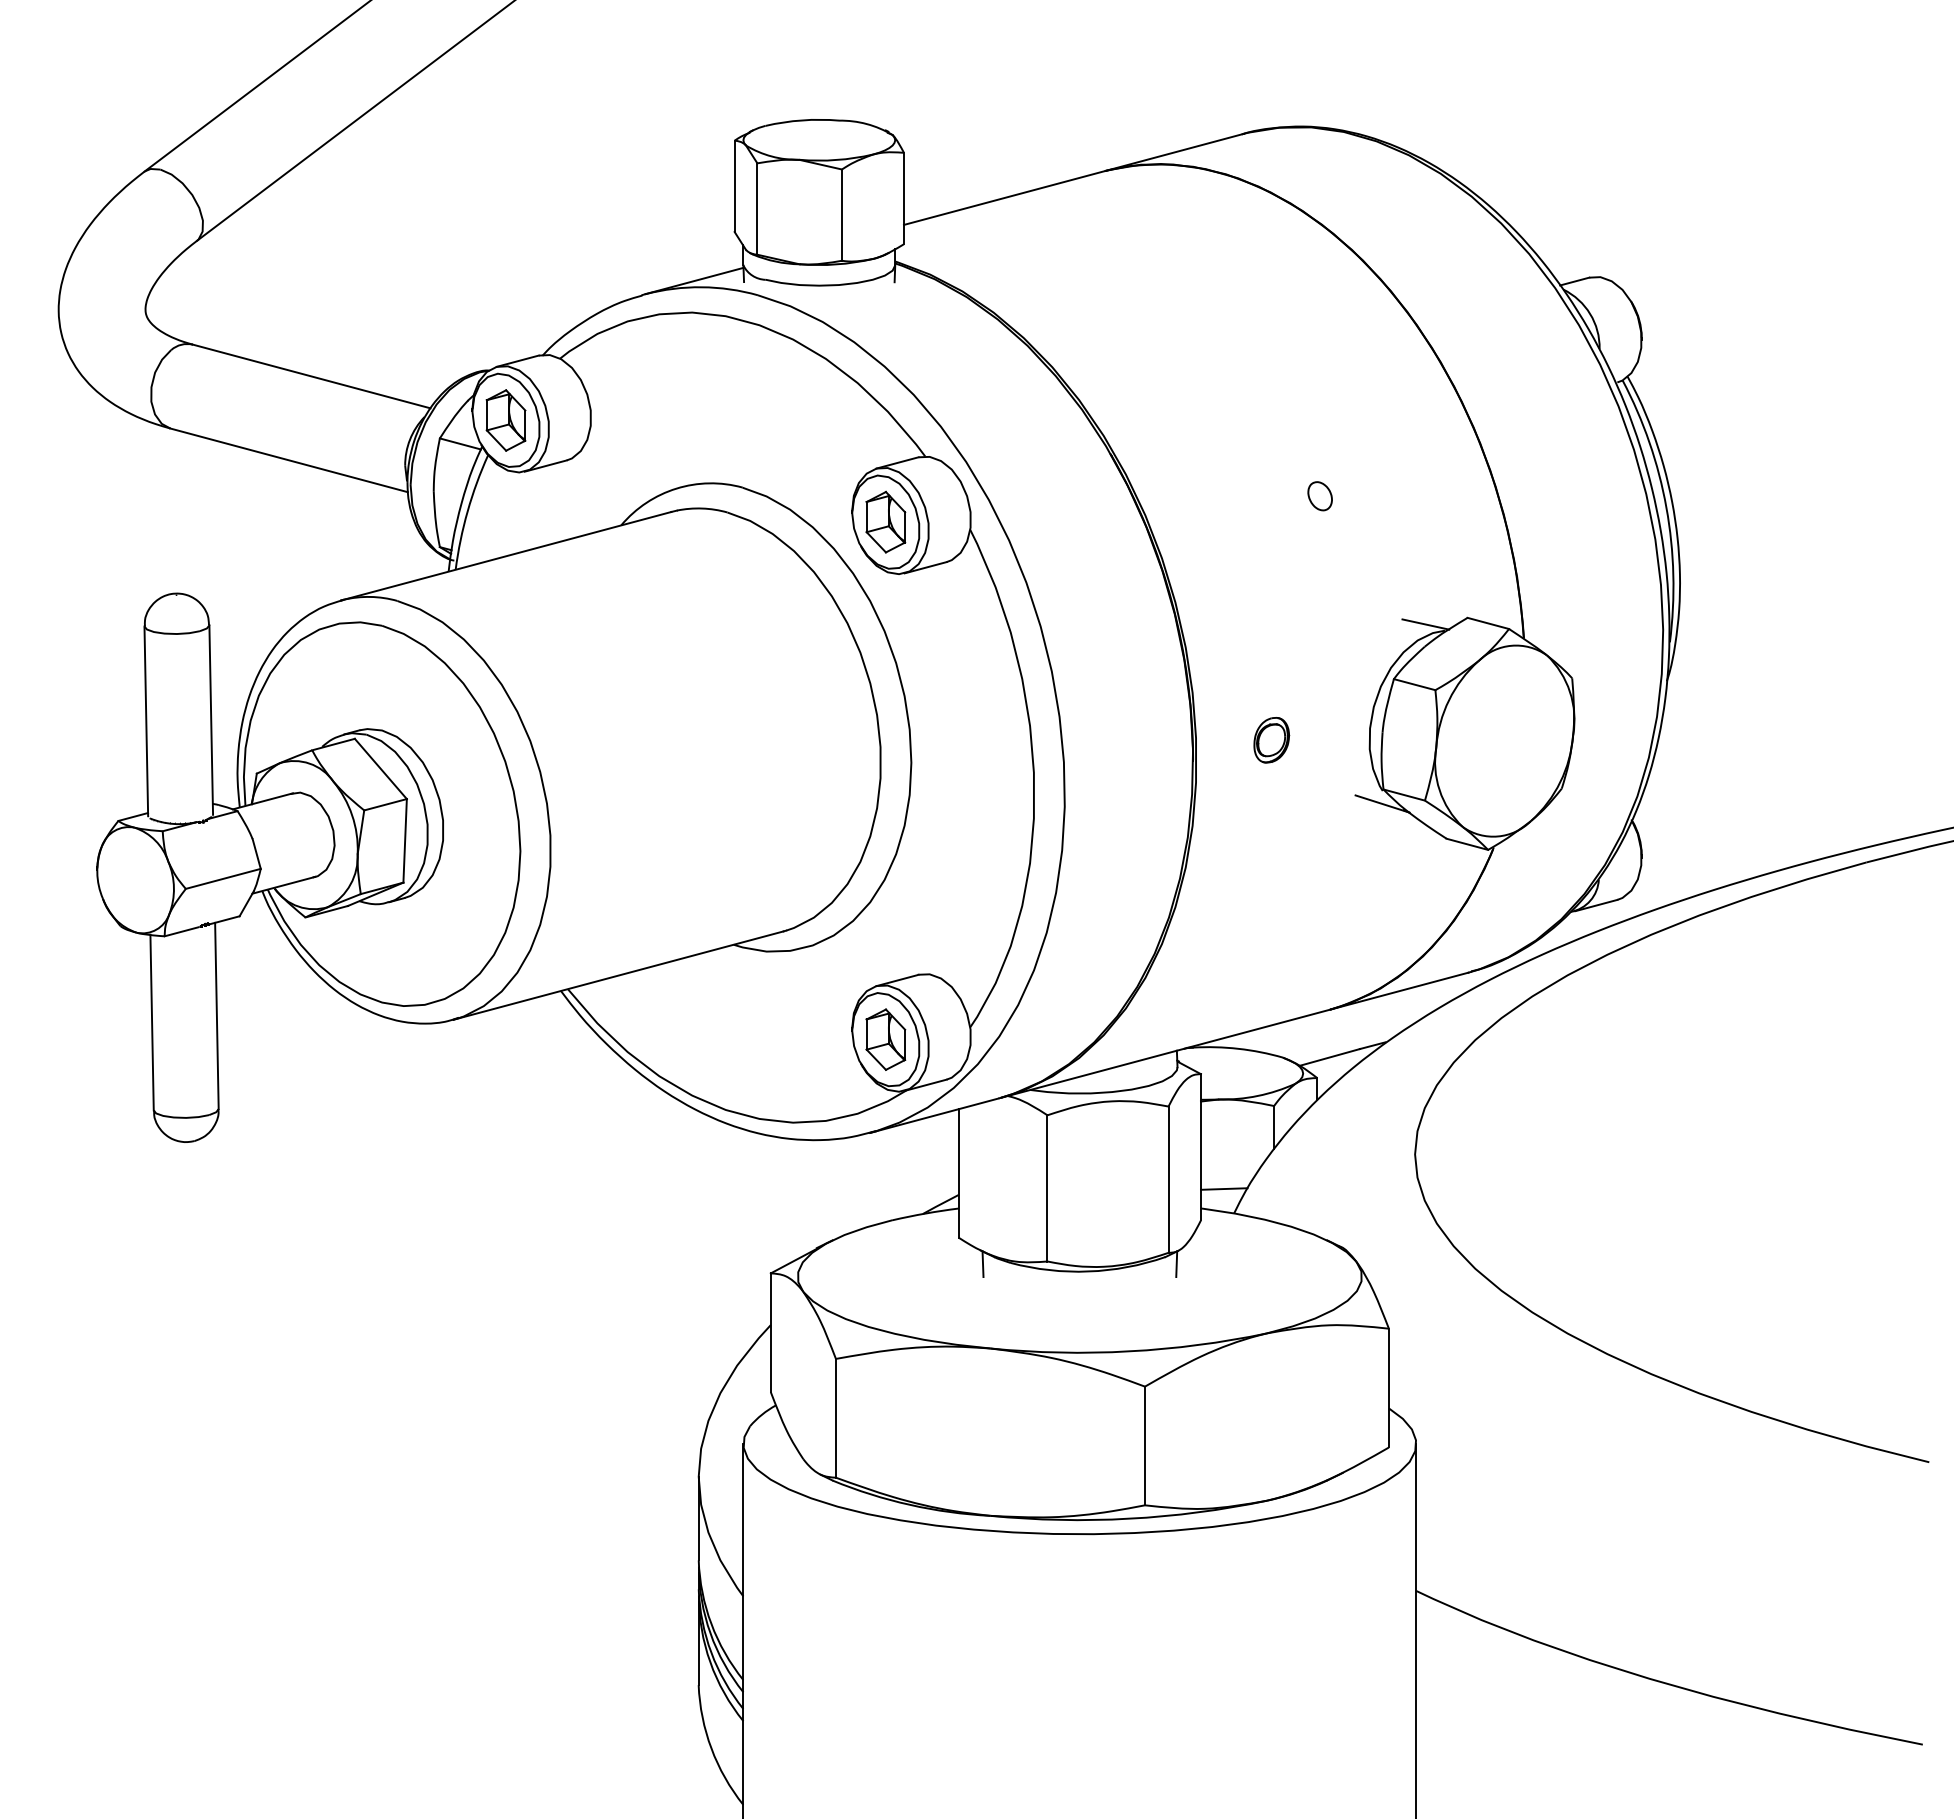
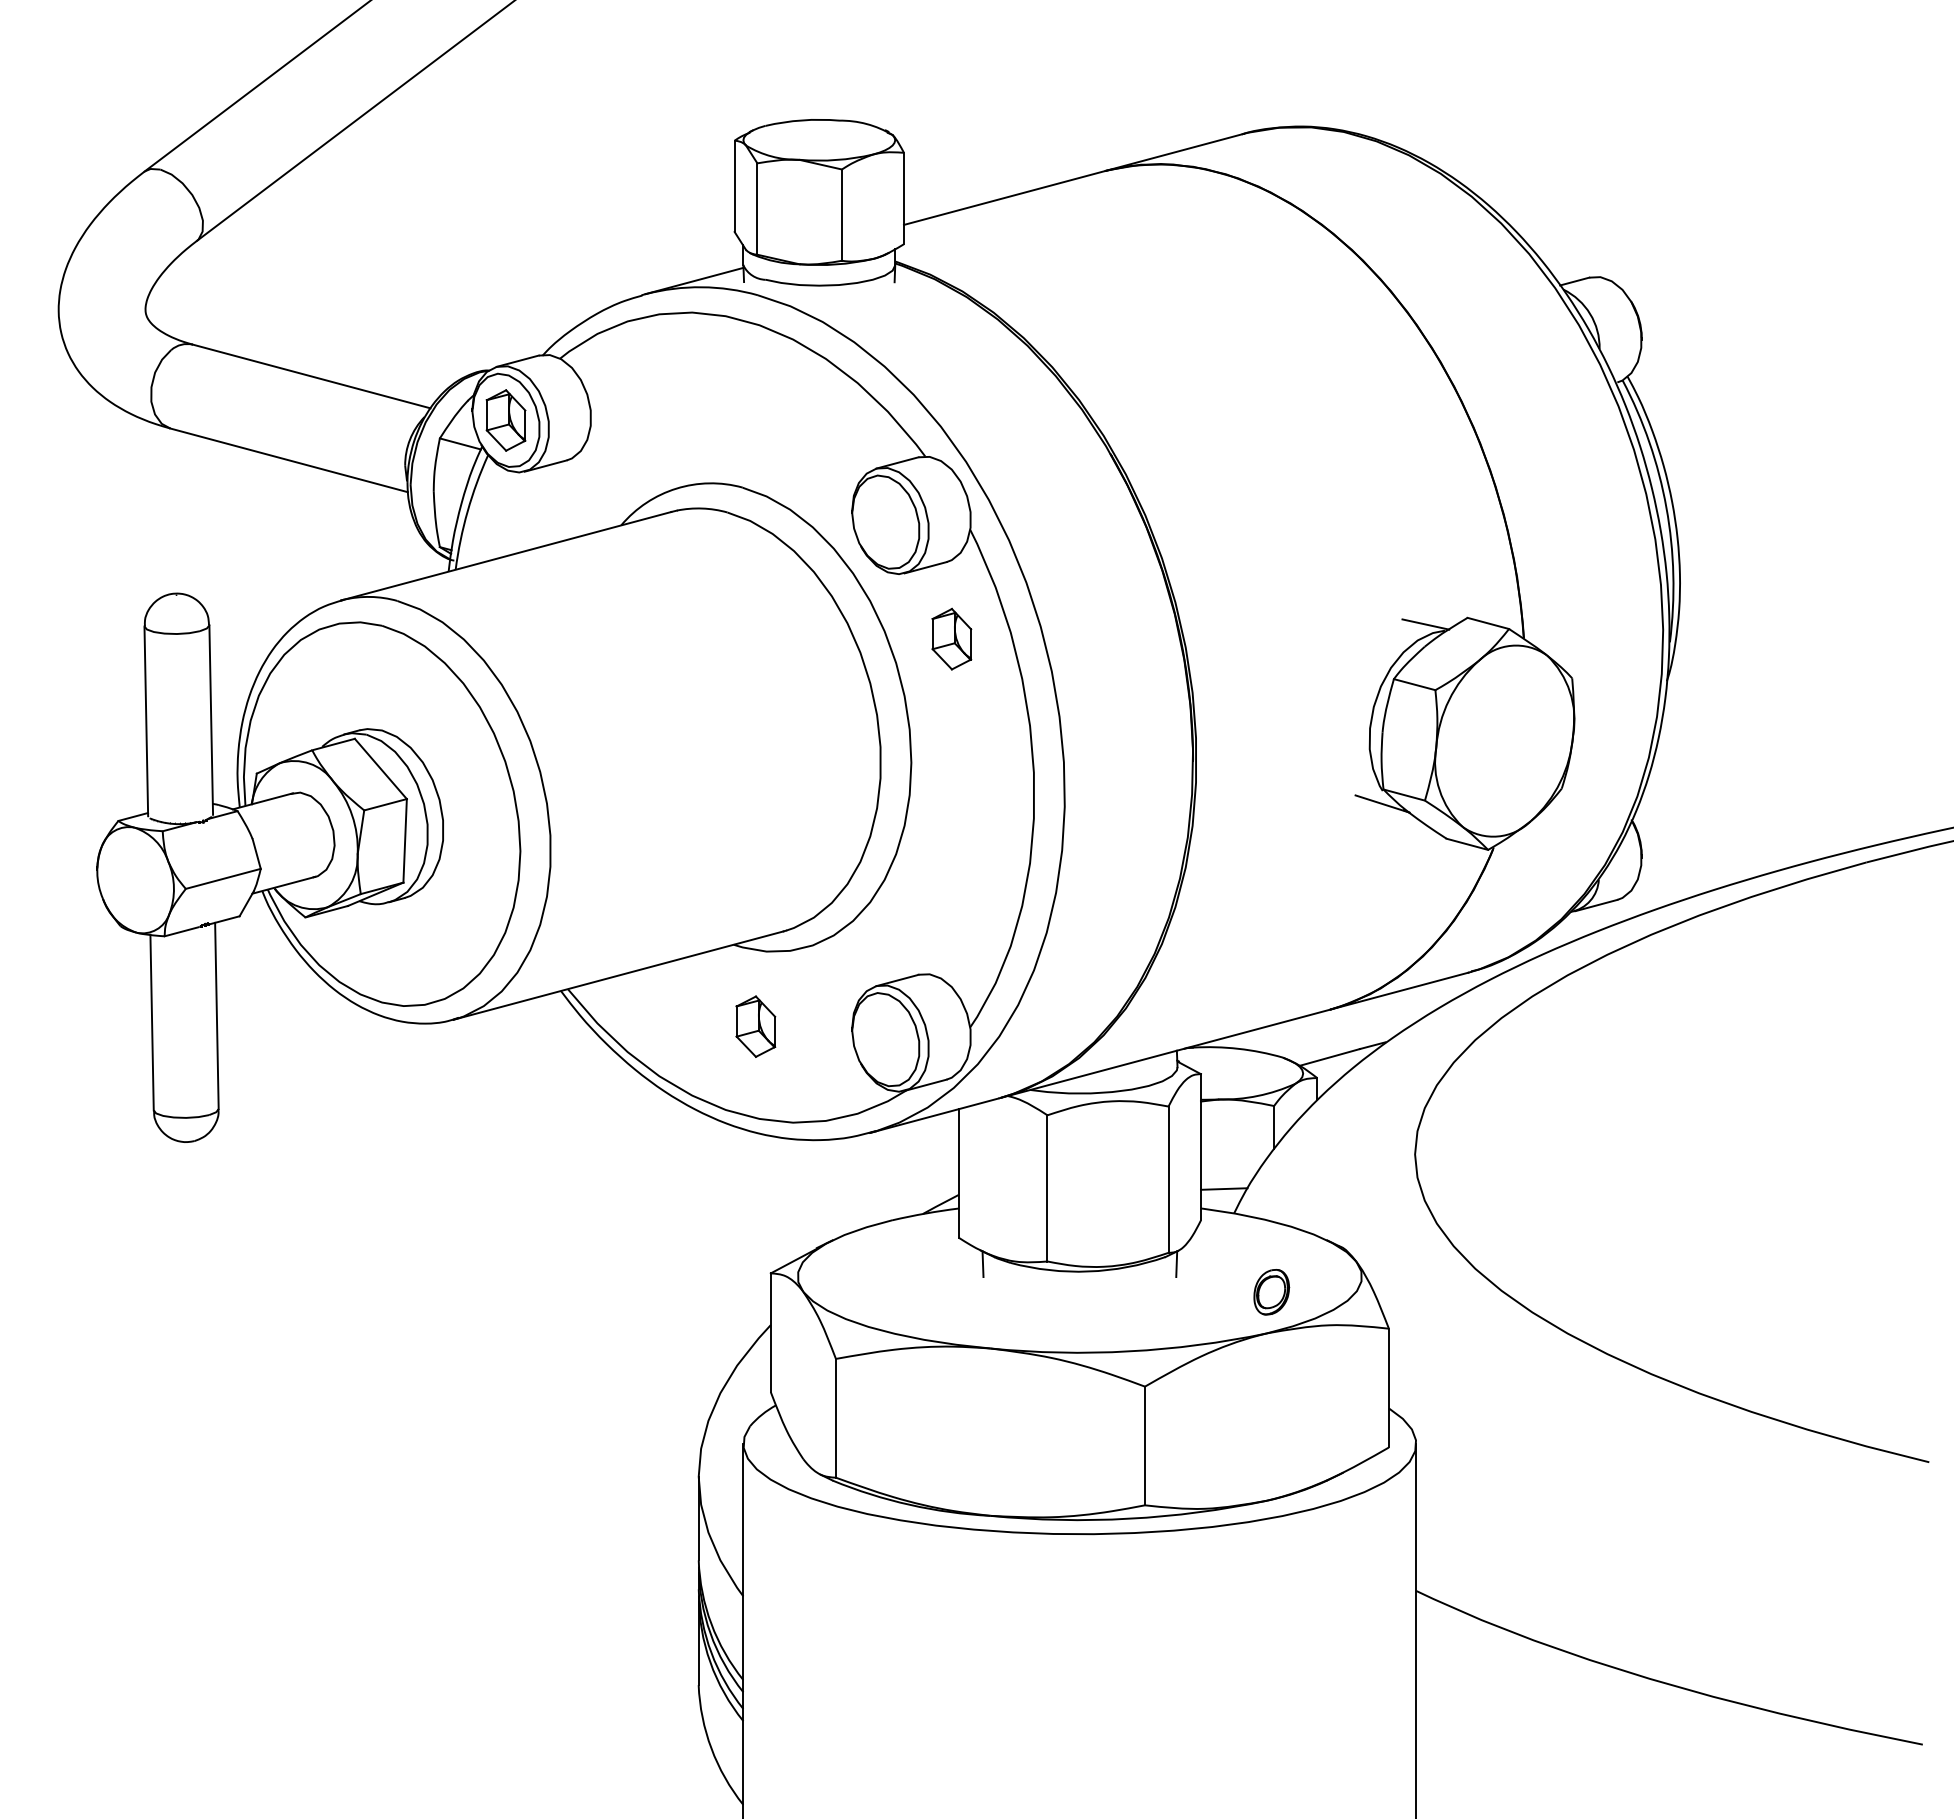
part at (1319, 496): present -> none
part at (885, 521) position: (885, 521) -> (951, 638)
part at (1271, 740) position: (1271, 740) -> (1271, 1292)
part at (885, 1039) position: (885, 1039) -> (755, 1026)
